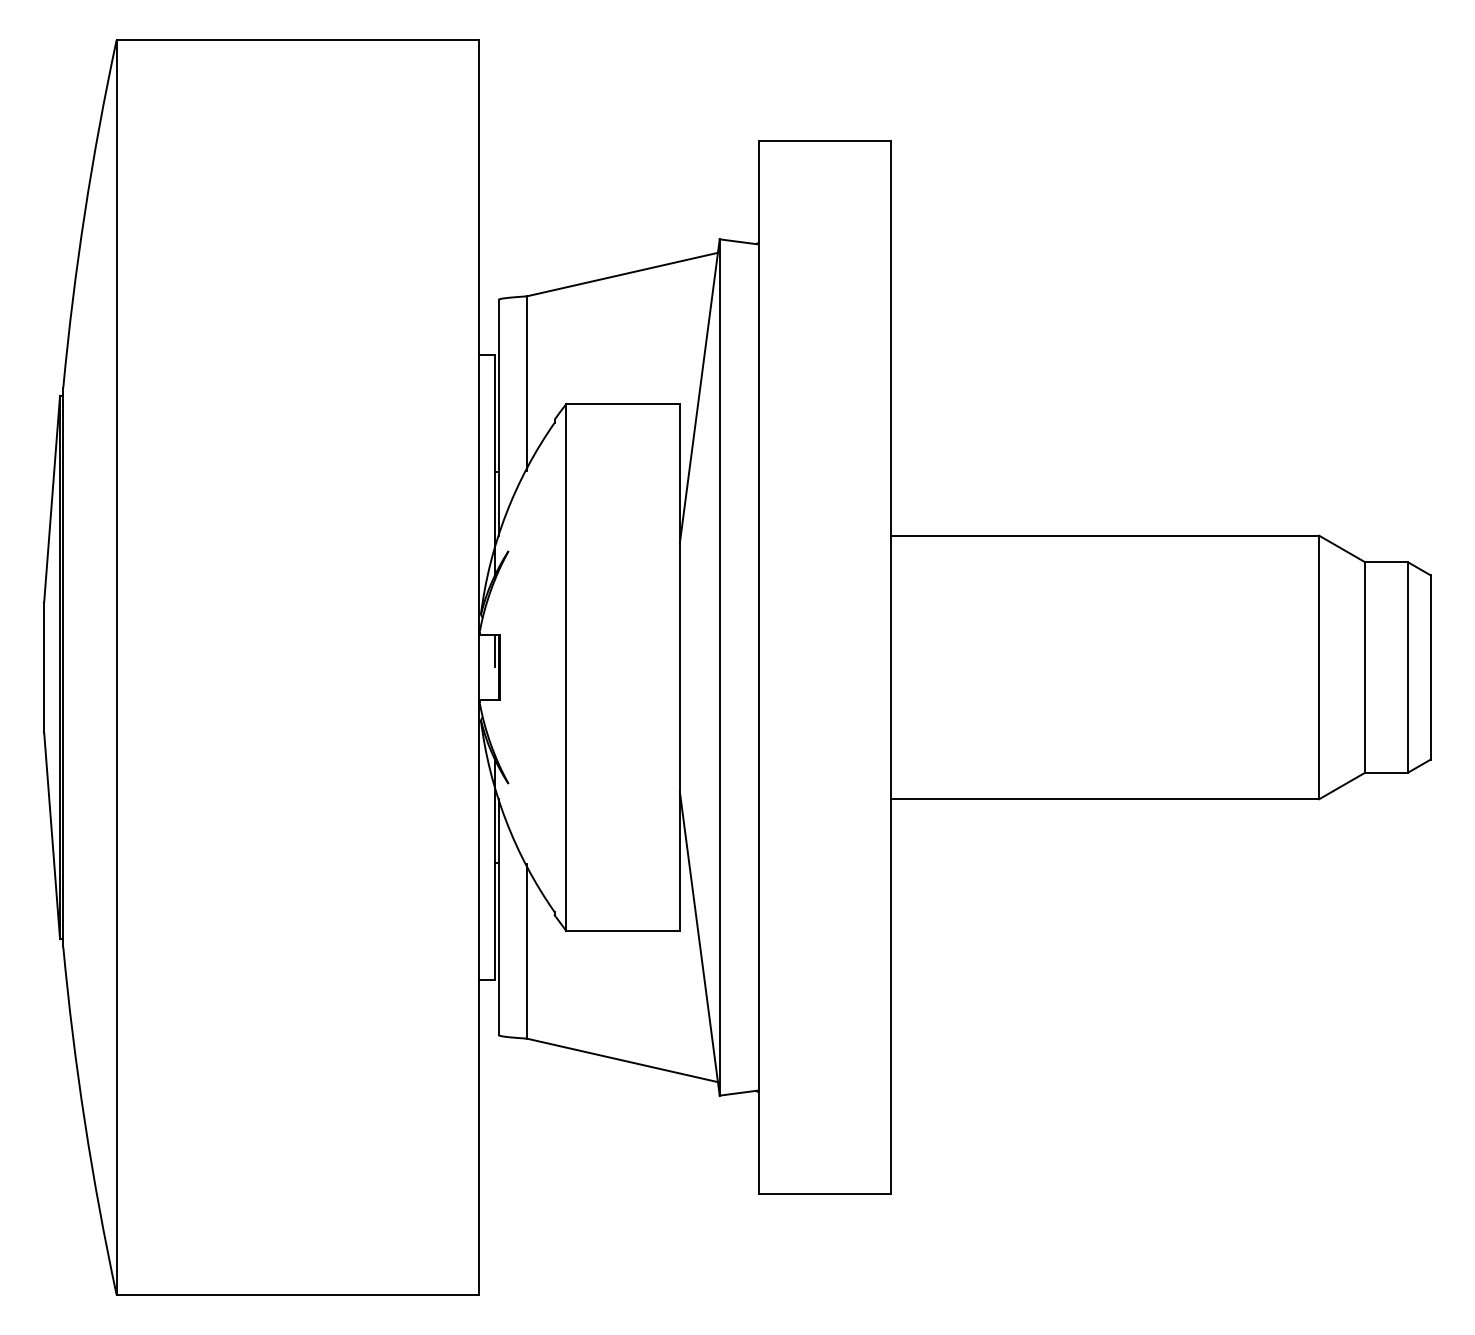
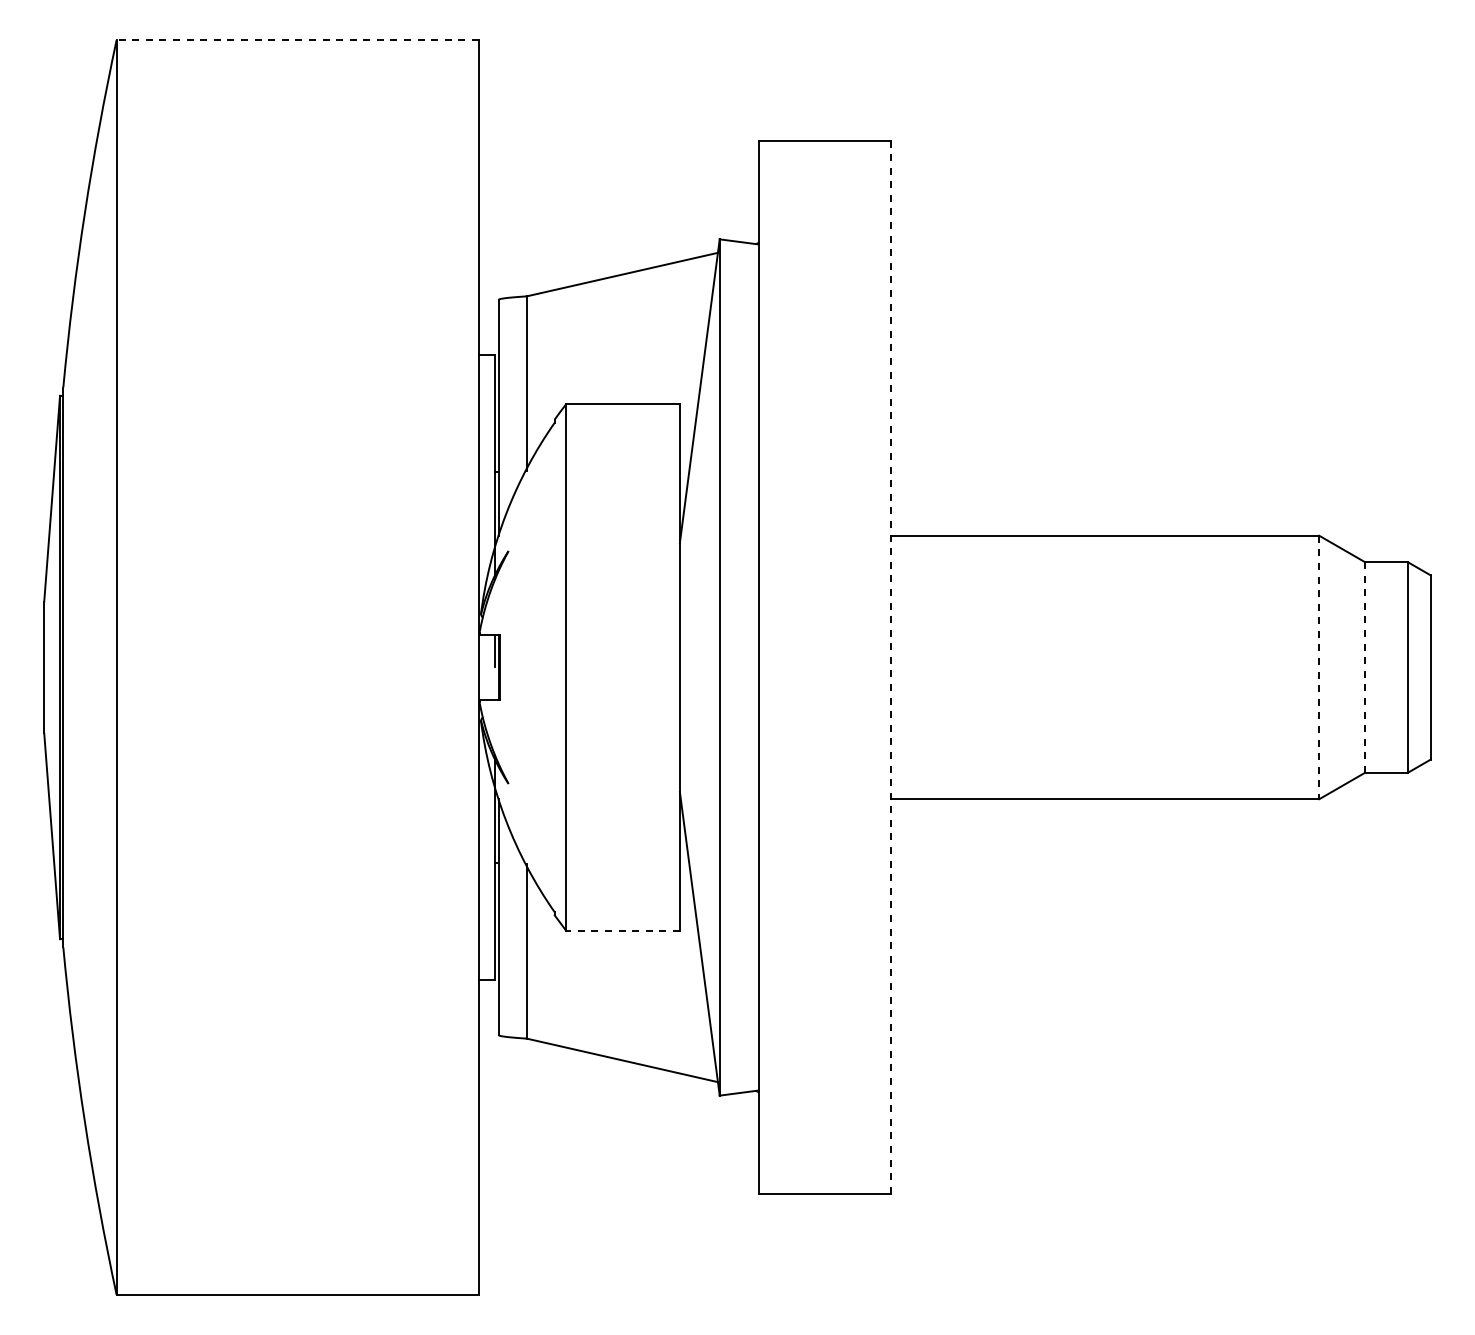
line at (297, 40): solid -> dashed
line at (890, 667): solid -> dashed
line at (1319, 667): solid -> dashed
line at (1364, 667): solid -> dashed
line at (623, 930): solid -> dashed
